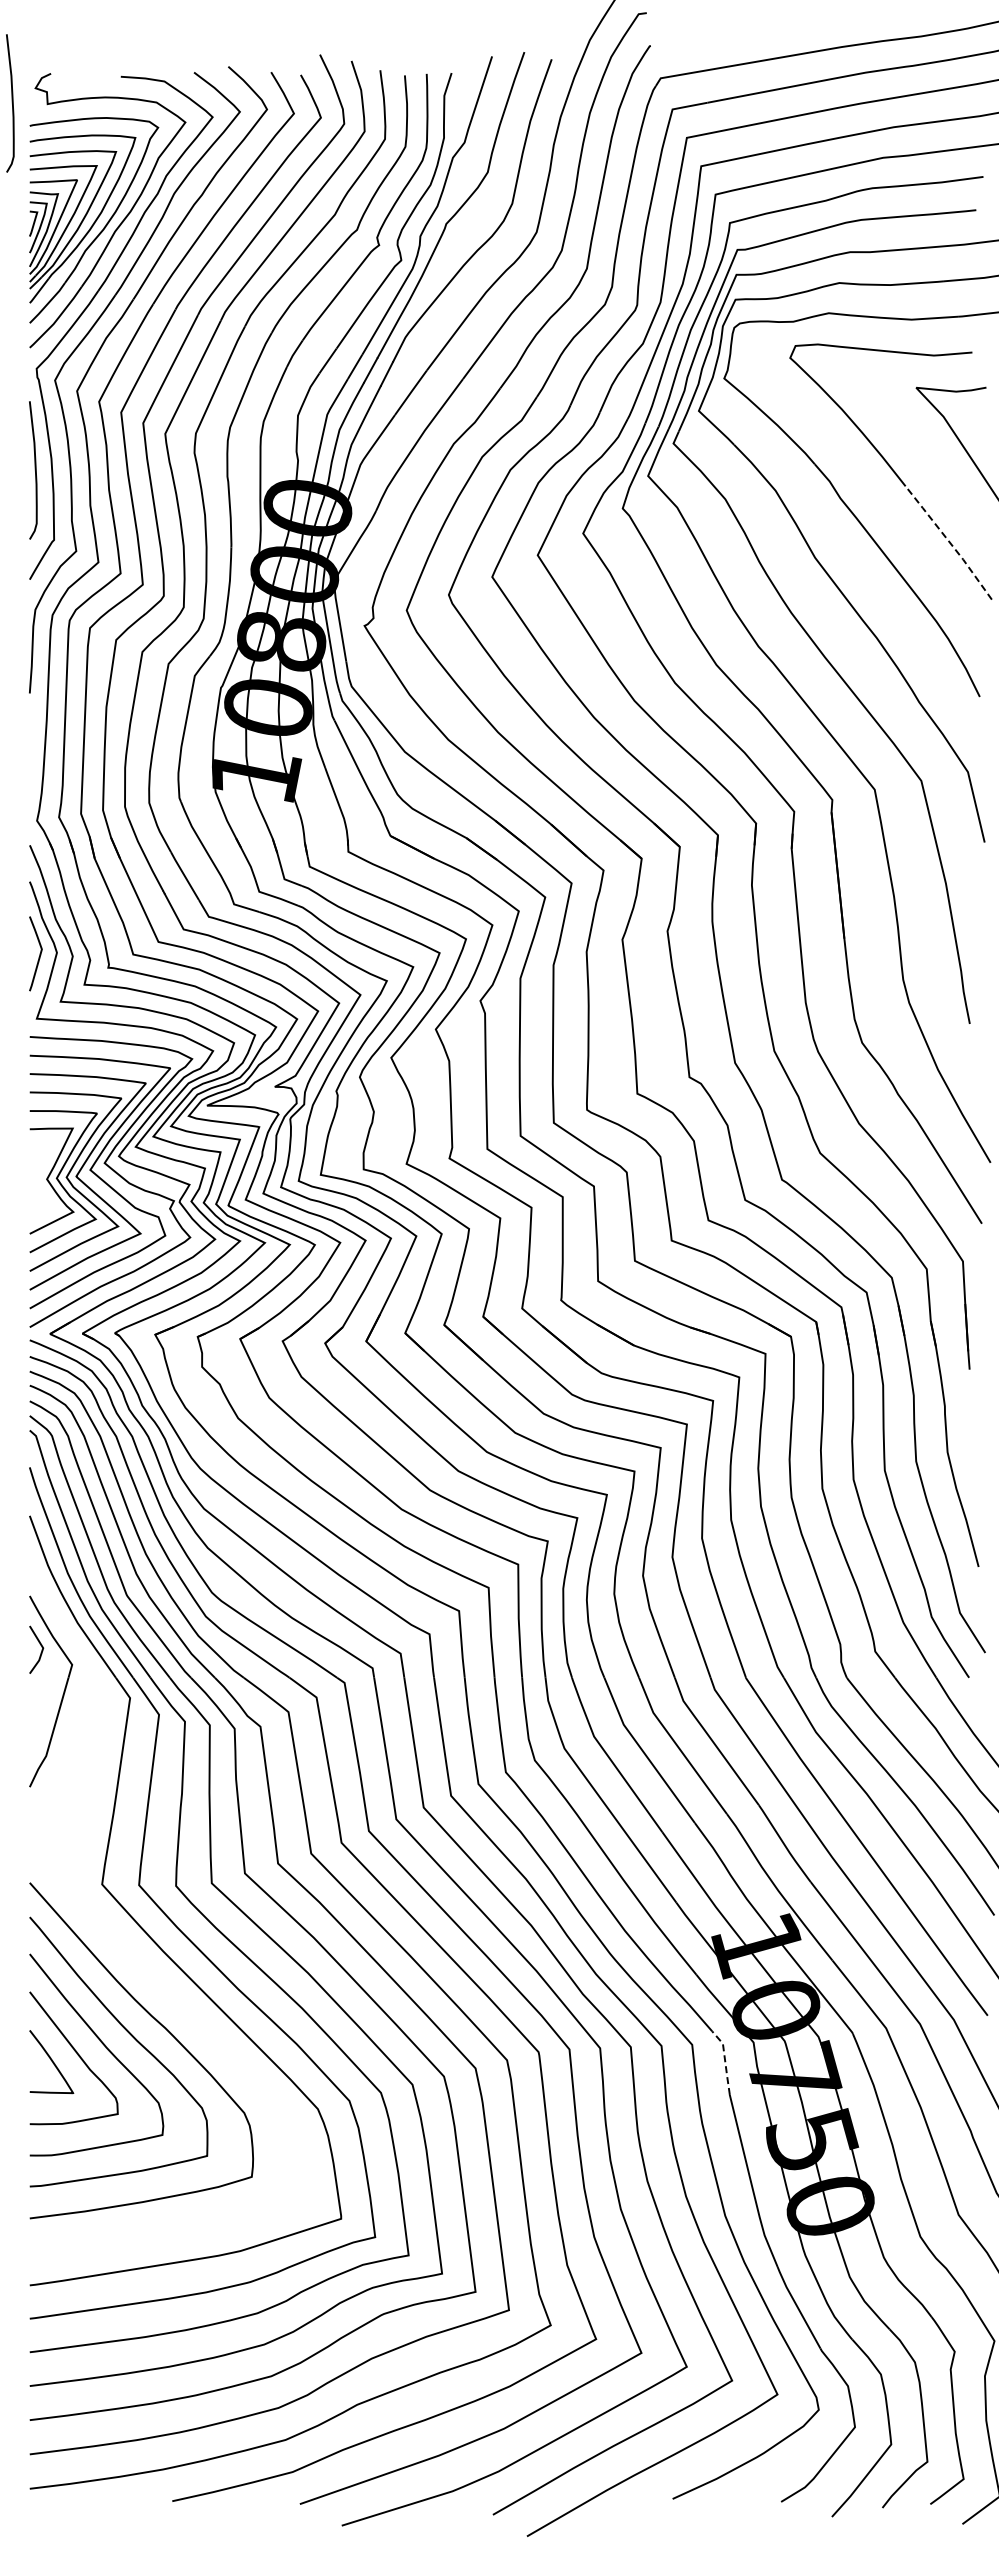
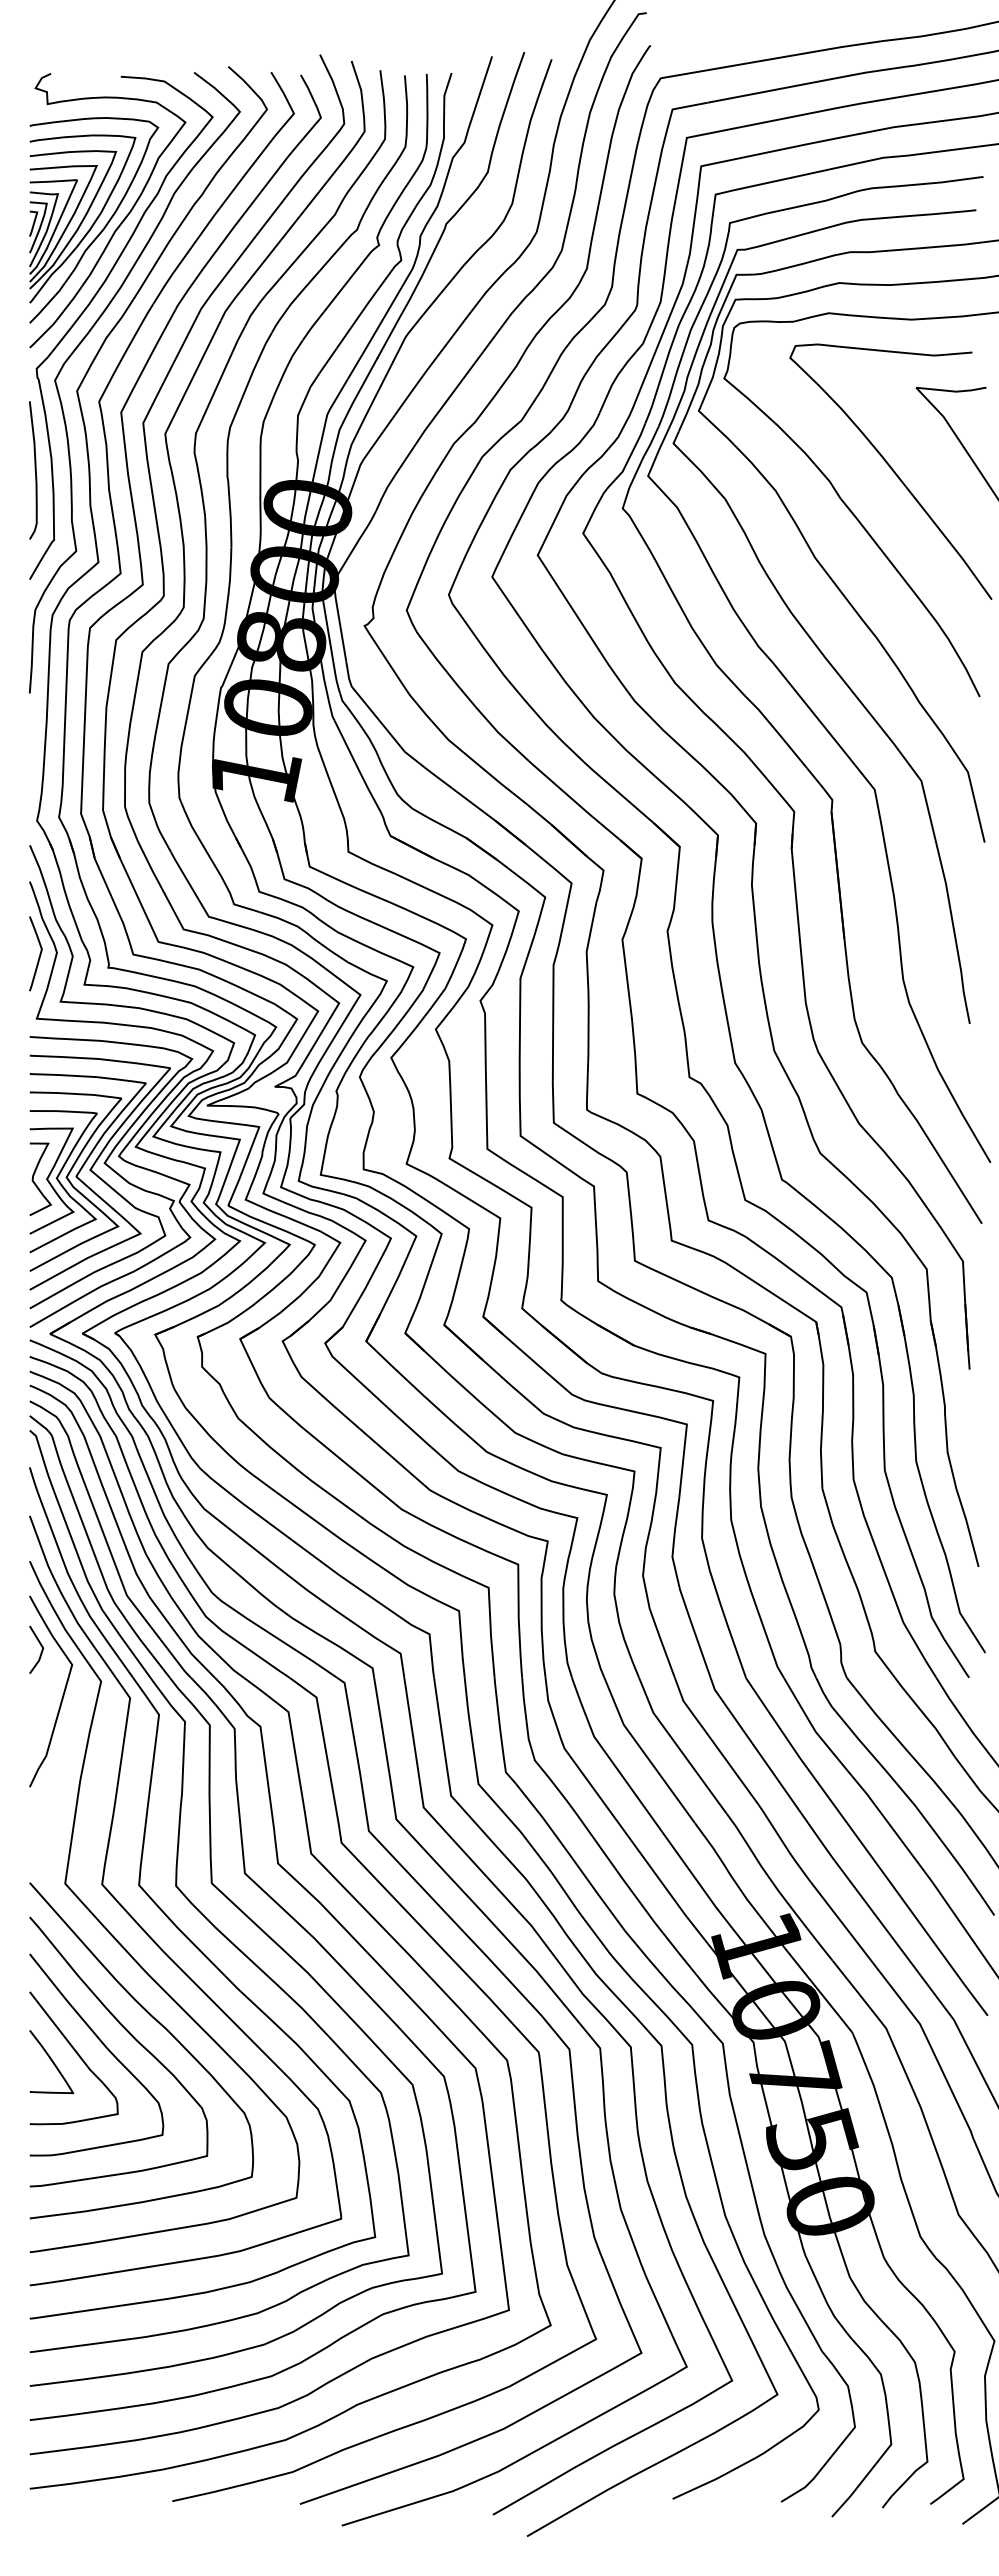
curve at (11, 103): present -> none
line at (949, 542): dashed -> solid
curve at (35, 1182): none -> present
part at (124, 1947): none -> present
line at (725, 2061): dashed -> solid
